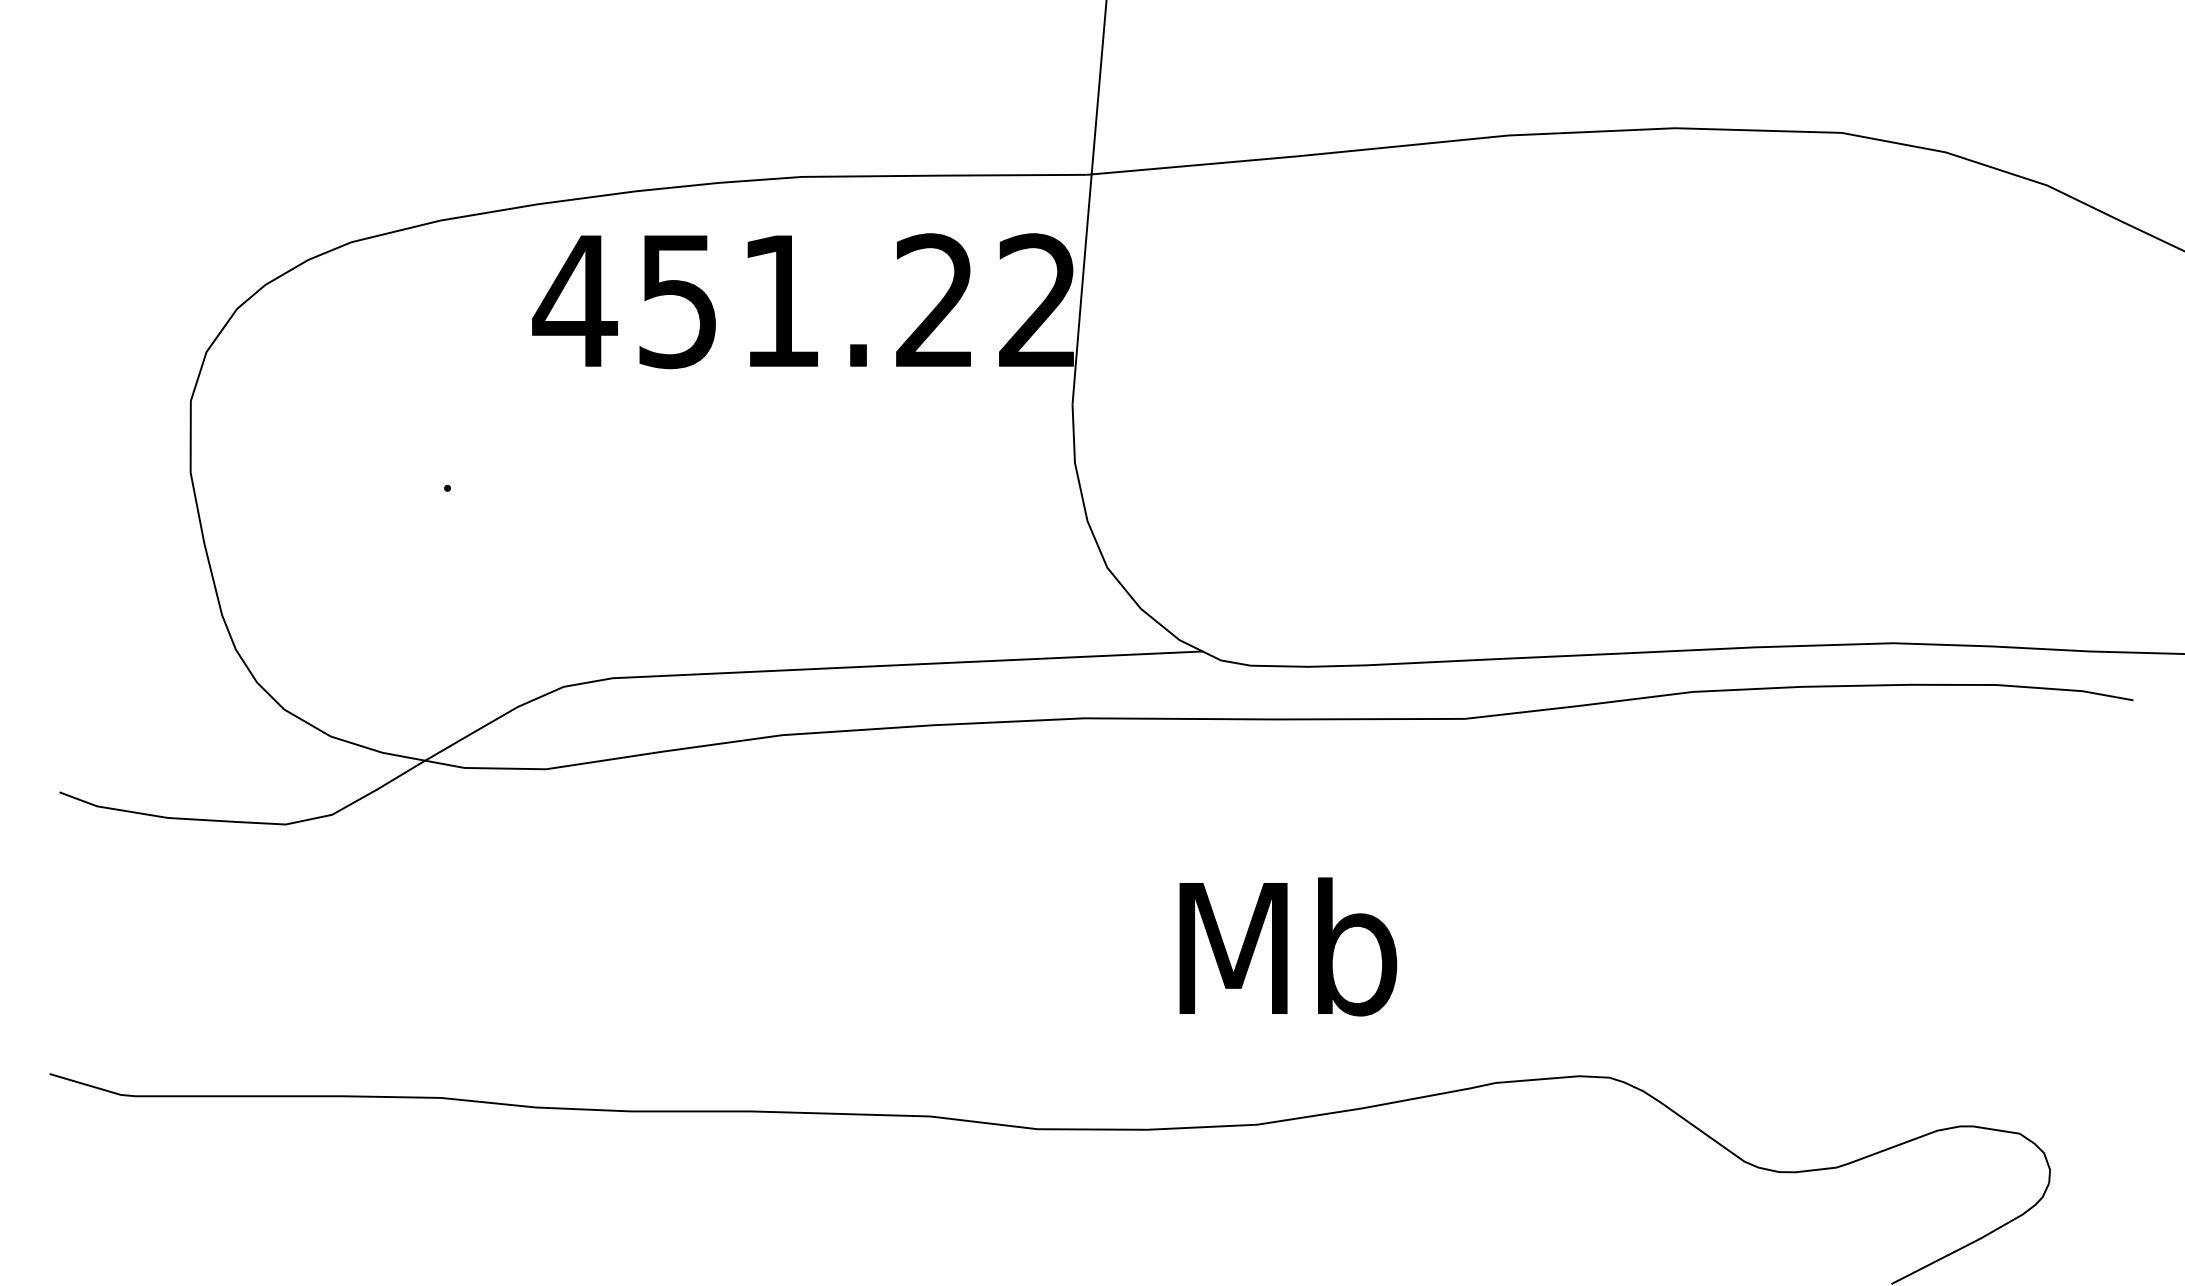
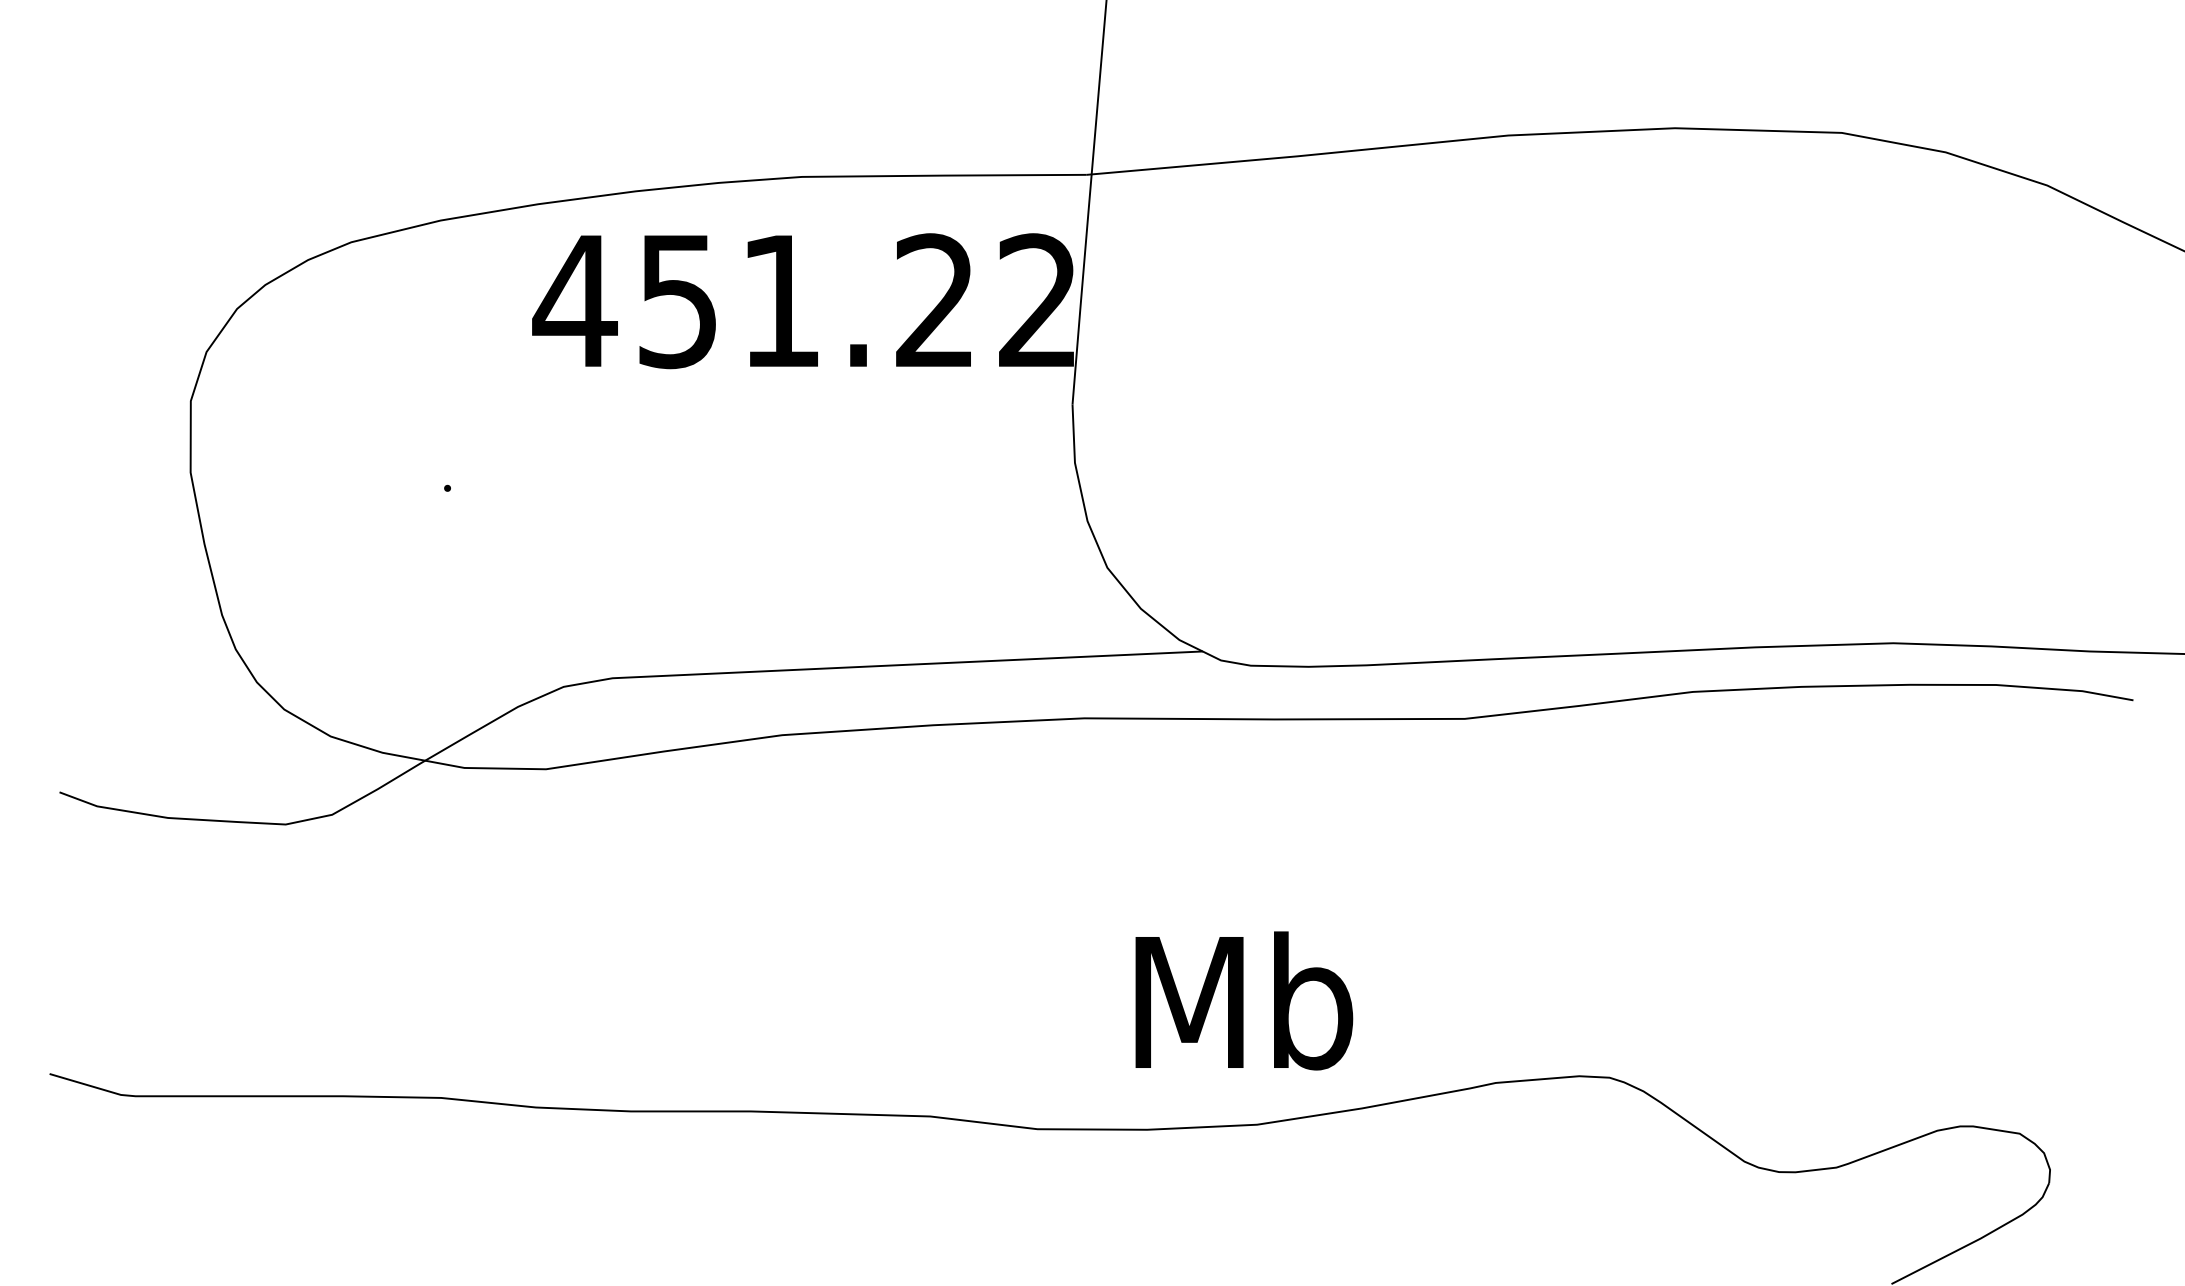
text at (1288, 946) position: (1288, 946) -> (1244, 1000)
